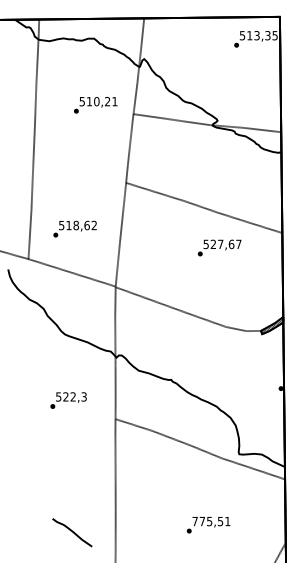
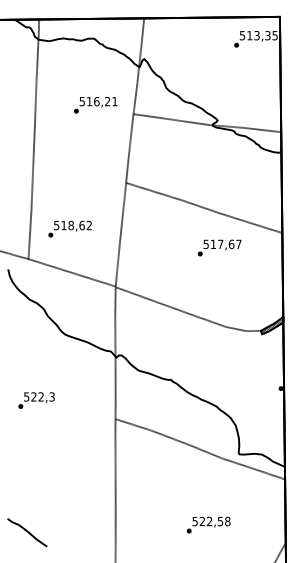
text at (96, 101): 510,21 -> 516,21
text at (74, 228) position: (74, 228) -> (69, 228)
text at (212, 243): 527,67 -> 517,67
text at (68, 400) position: (68, 400) -> (36, 400)
text at (211, 521): 775,51 -> 522,58
curve at (72, 532) position: (72, 532) -> (27, 532)
